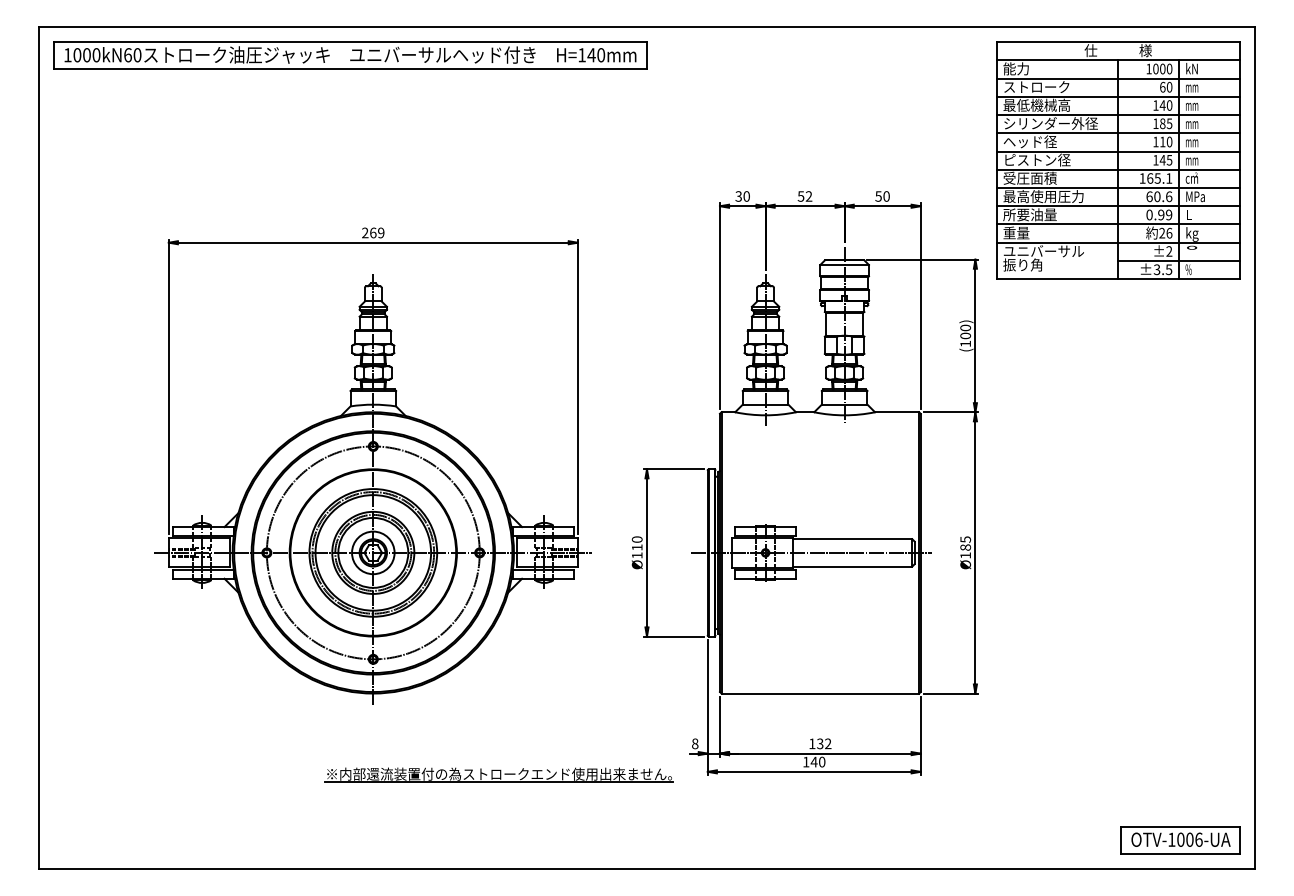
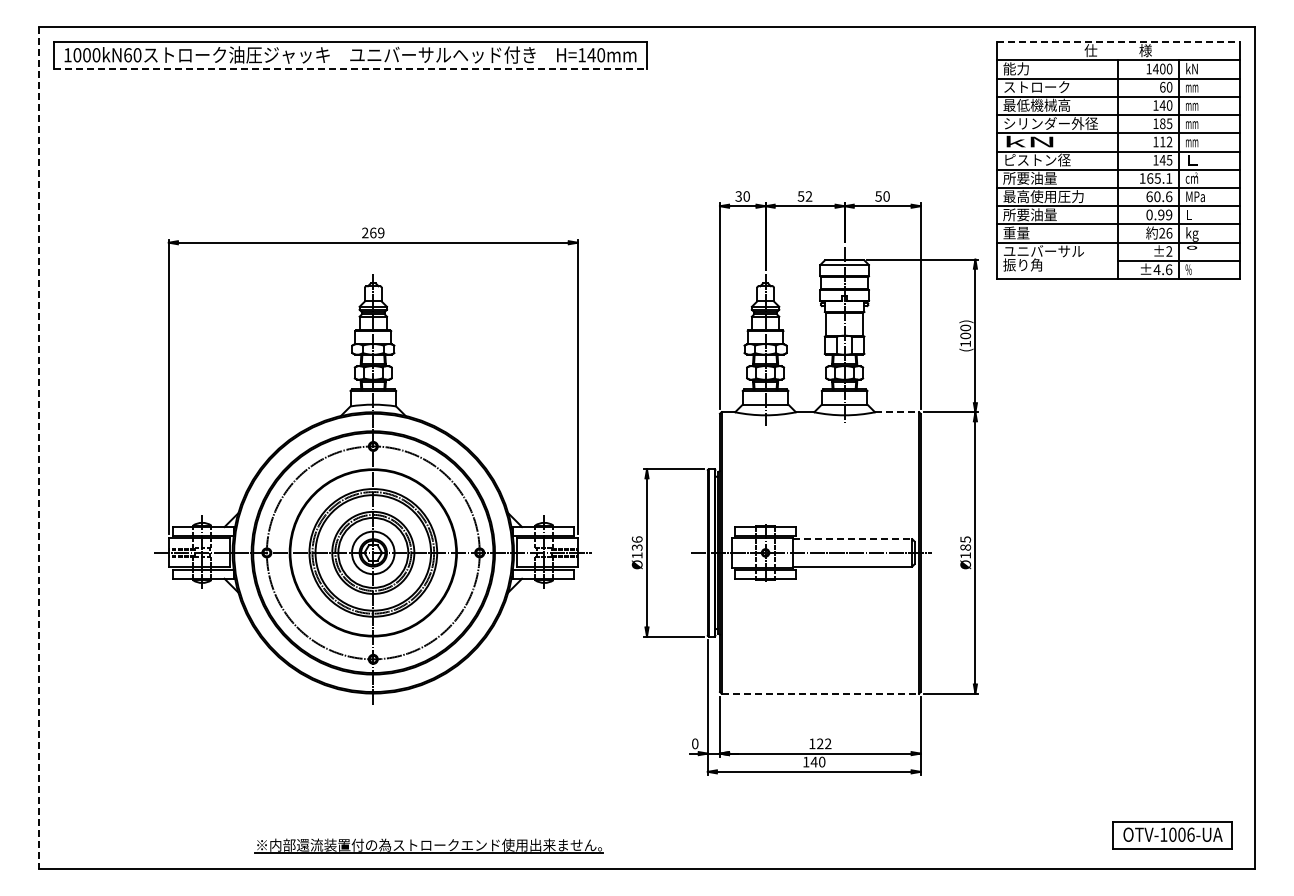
line at (1118, 42): solid -> dashed
text at (1155, 68): 1000 -> 1400
line at (351, 69): solid -> dashed
text at (1029, 141): ヘッド径 -> kN
text at (1169, 141): 110 -> 112
text at (1192, 160): mm -> L
text at (1029, 177): 受圧面積 -> 所要油量
text at (1162, 269): ±3.5 -> ±4.6
line at (897, 412): solid -> dashed
line at (38, 448): solid -> dashed
line at (852, 539): solid -> dashed
text at (636, 543): Ø110 -> Ø136
line at (820, 693): solid -> dashed
text at (695, 743): 8 -> 0
text at (820, 744): 132 -> 122
part at (498, 774) position: (498, 774) -> (428, 845)
part at (1180, 840) position: (1180, 840) -> (1172, 835)
